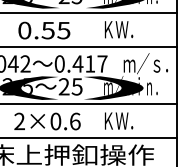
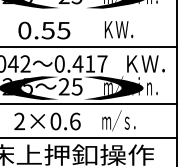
line at (89, 12): present -> none
text at (145, 63): ｍ／ｓ． -> ＫＷ．
text at (118, 120): ＫＷ． -> ｍ／ｓ．
